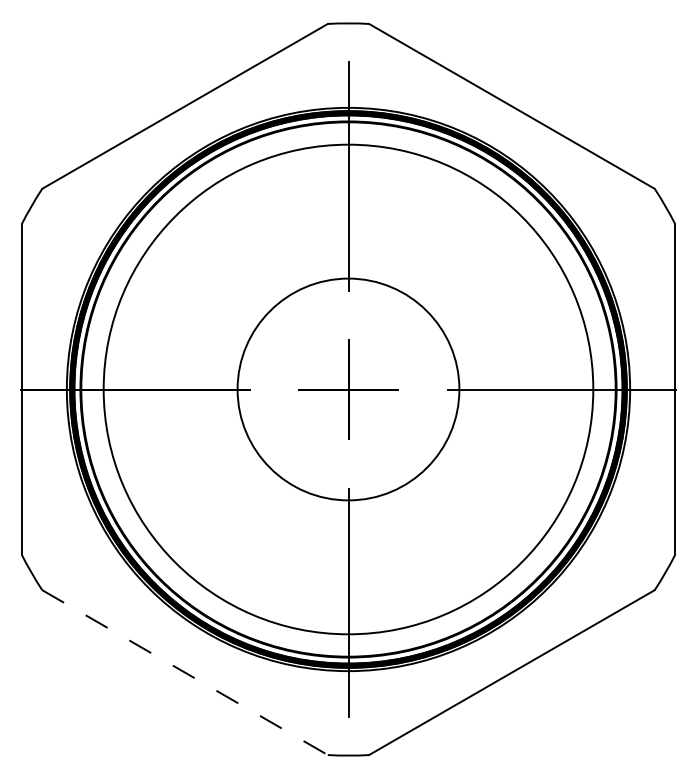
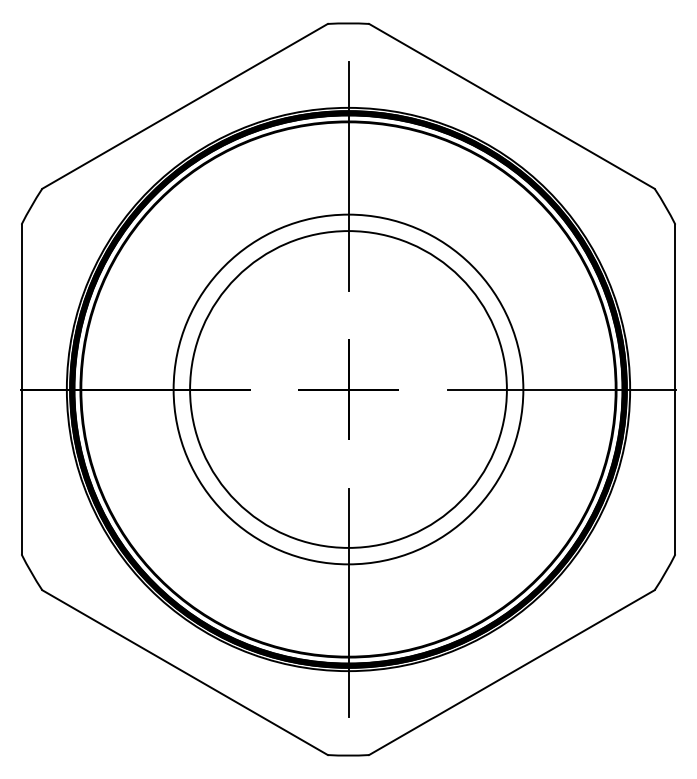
circle at (348, 389) diameter: 222 px -> 317 px
circle at (348, 389) diameter: 490 px -> 350 px
line at (185, 672): dashed -> solid
